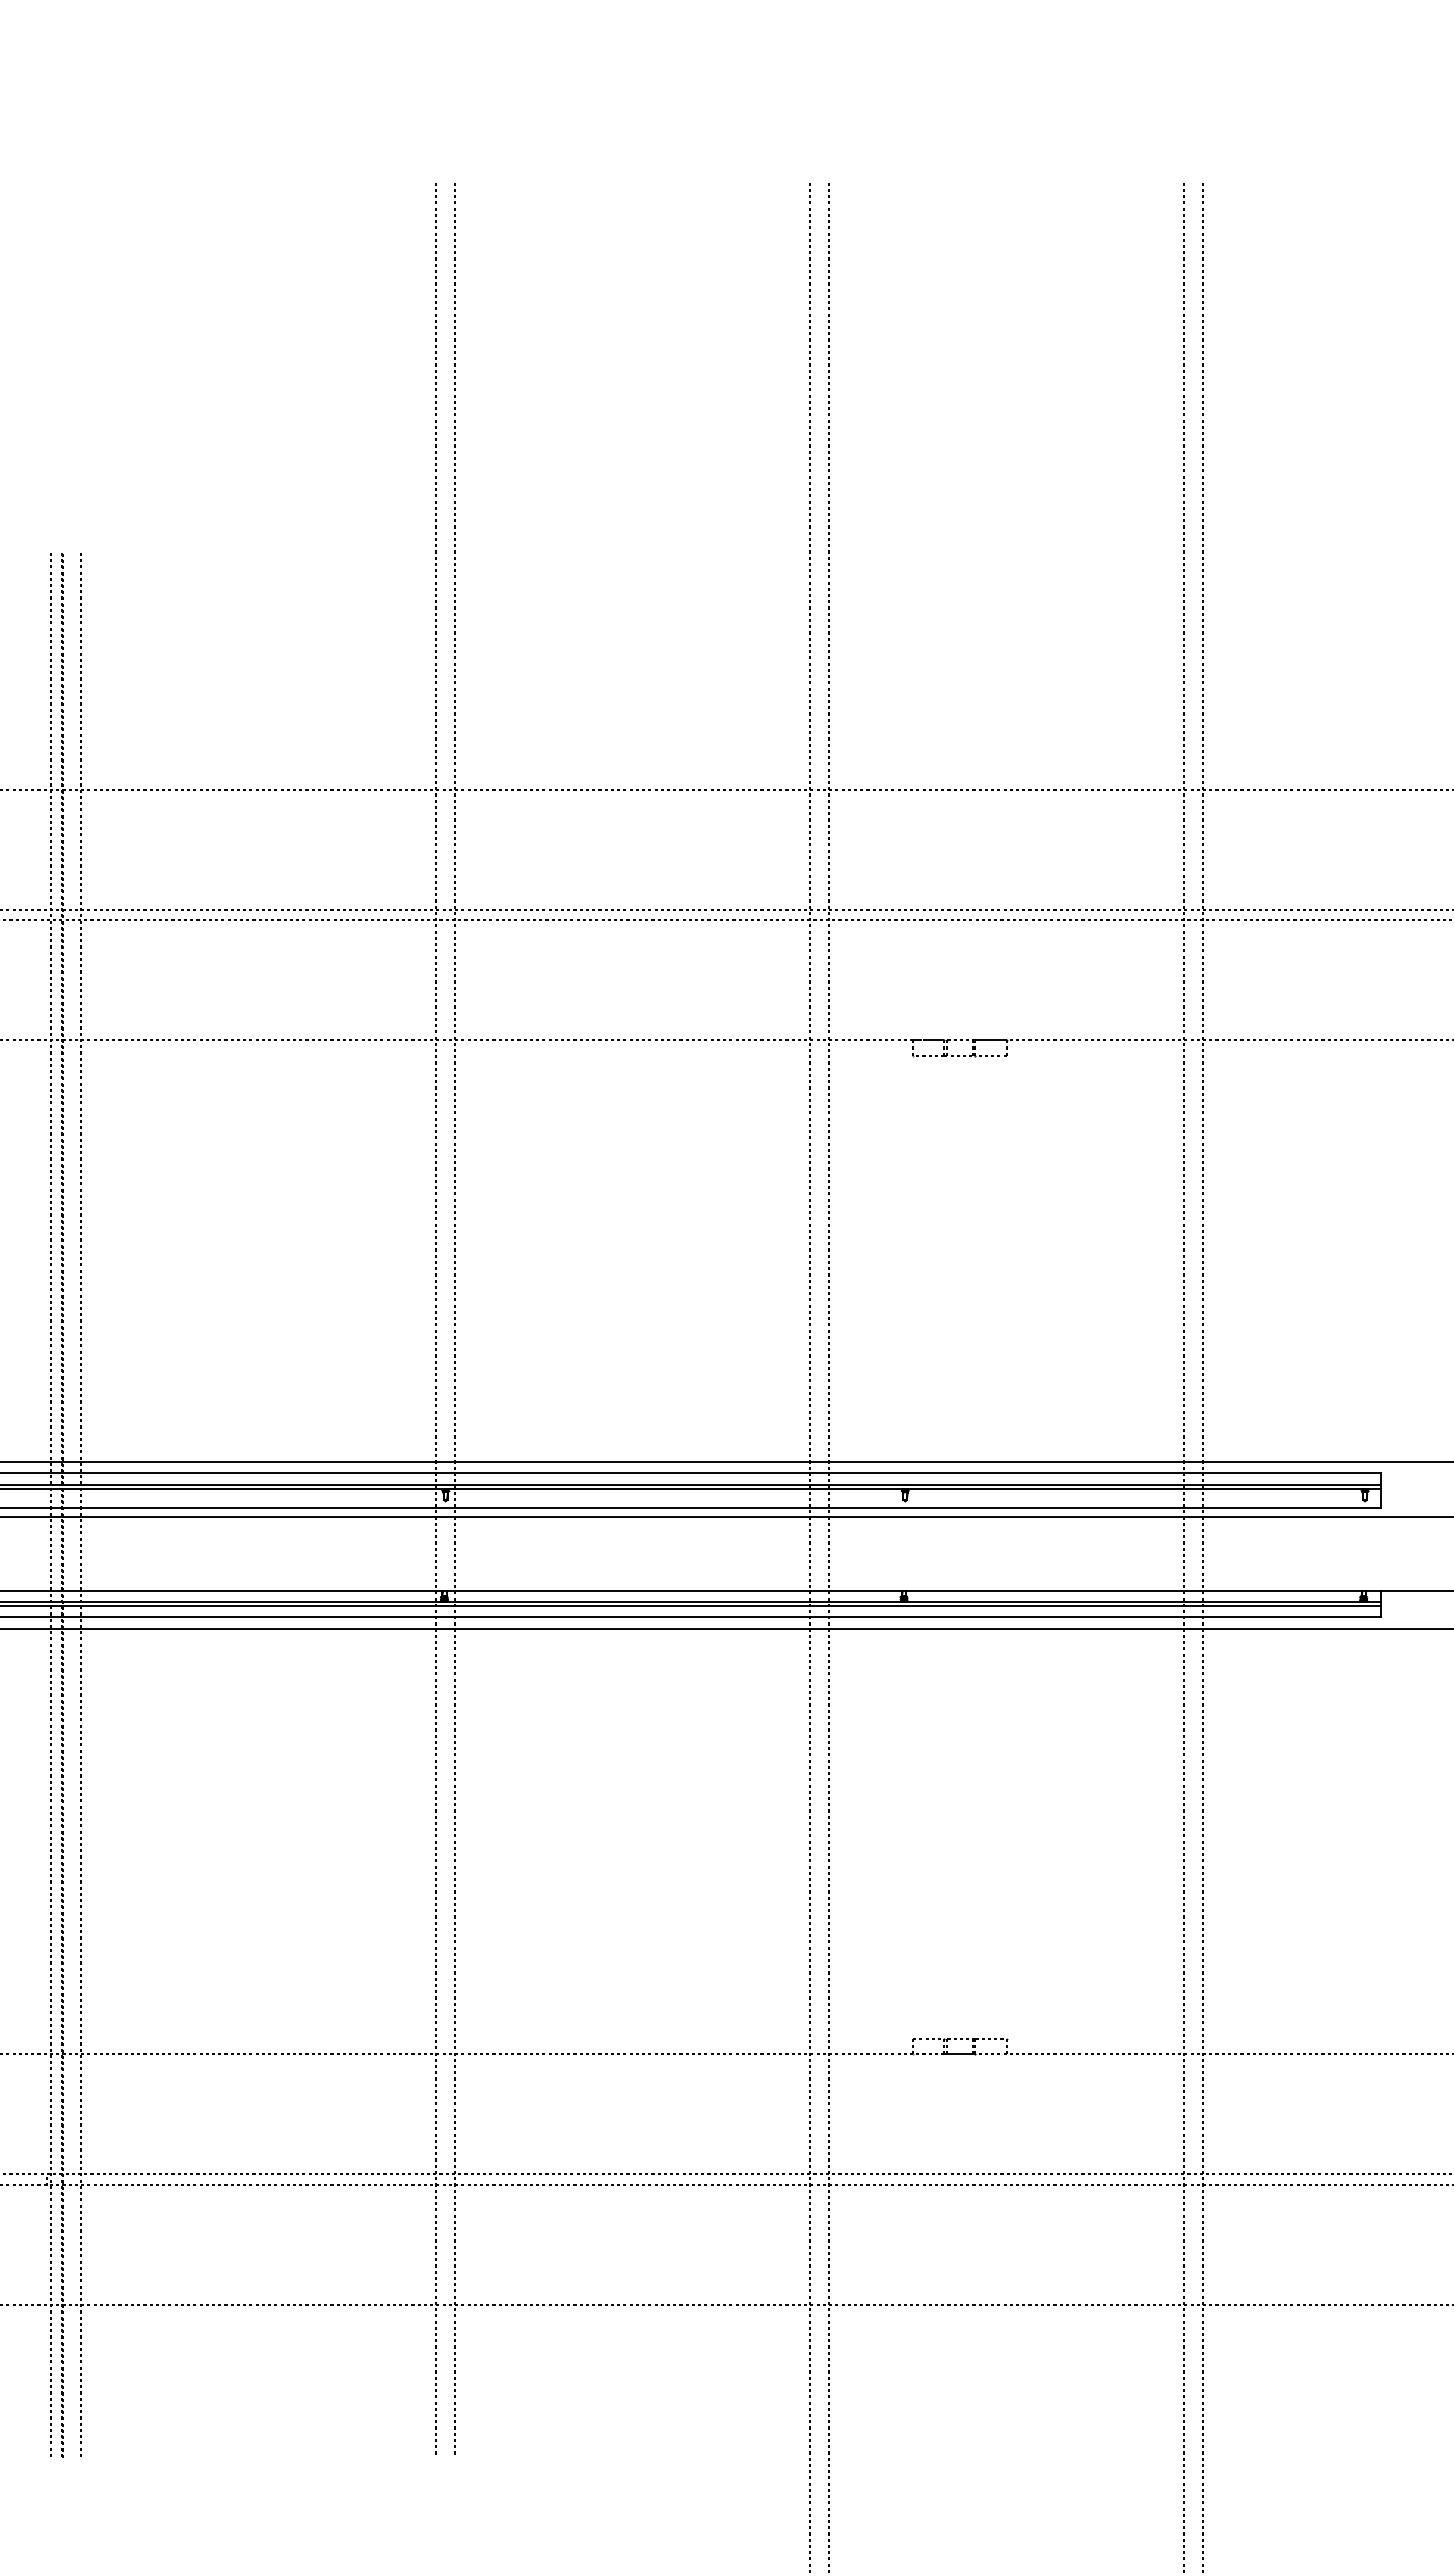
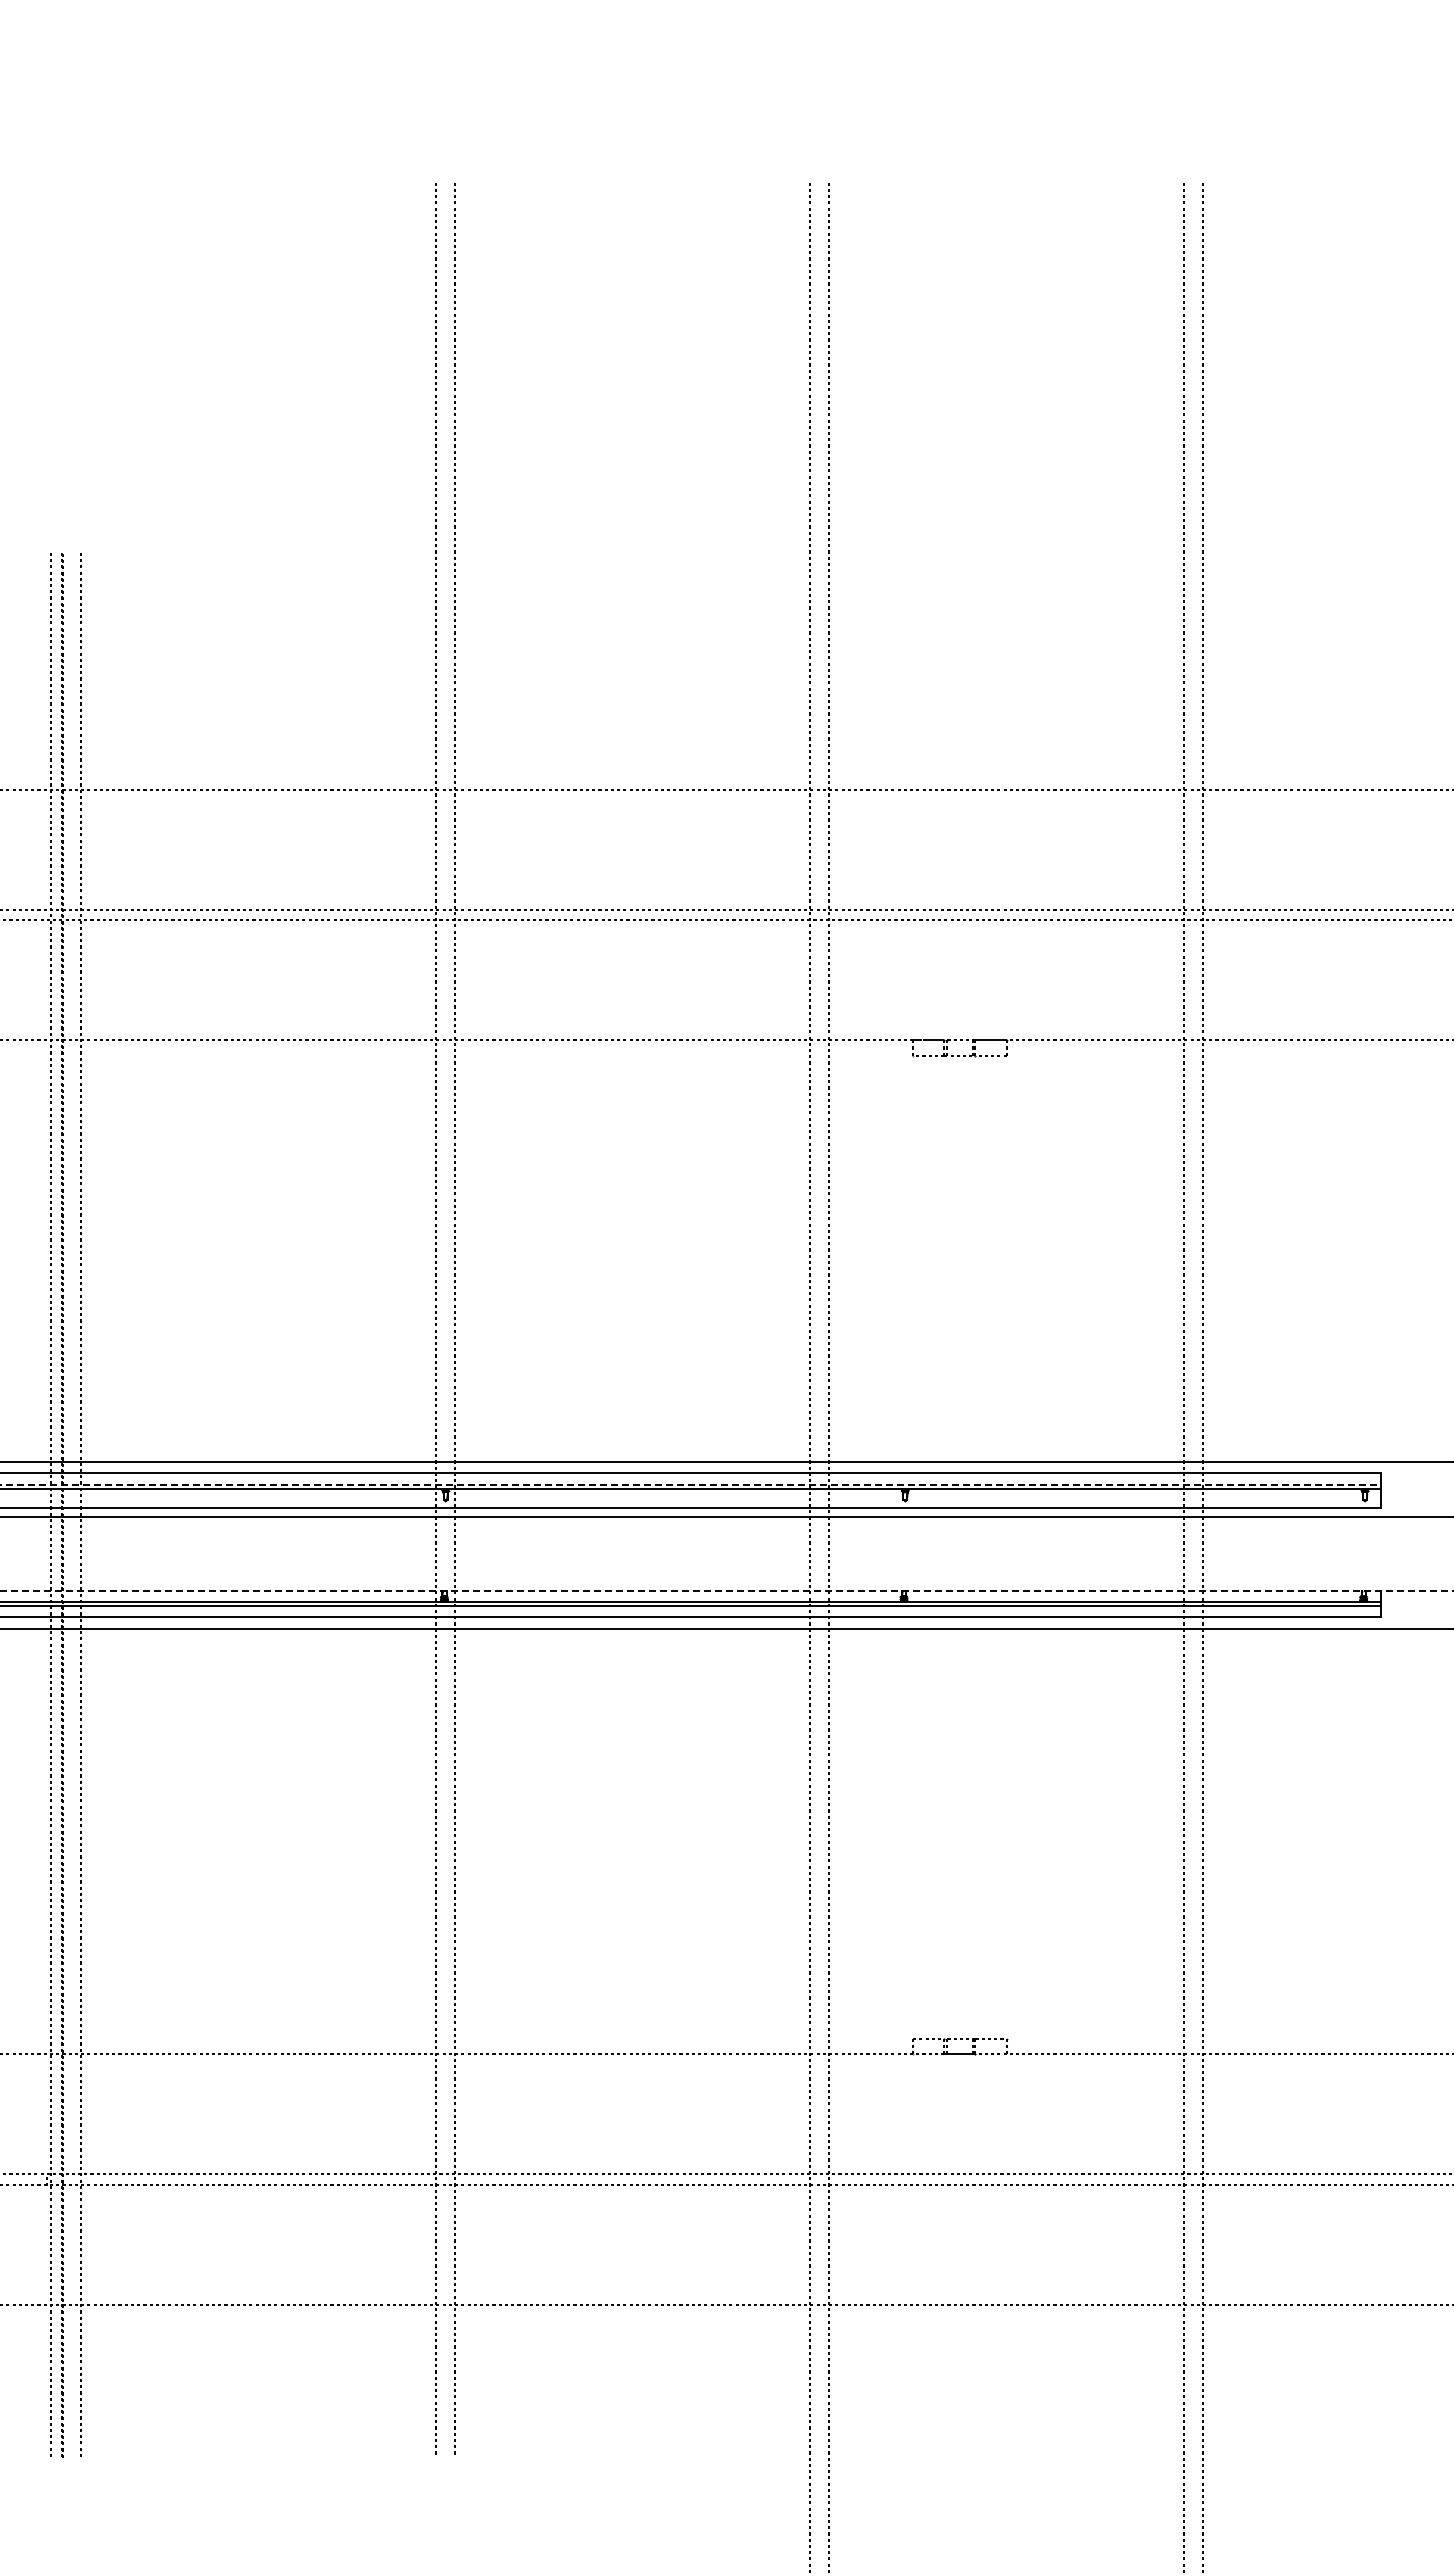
line at (690, 1484): solid -> dashed
line at (726, 1591): solid -> dashed
